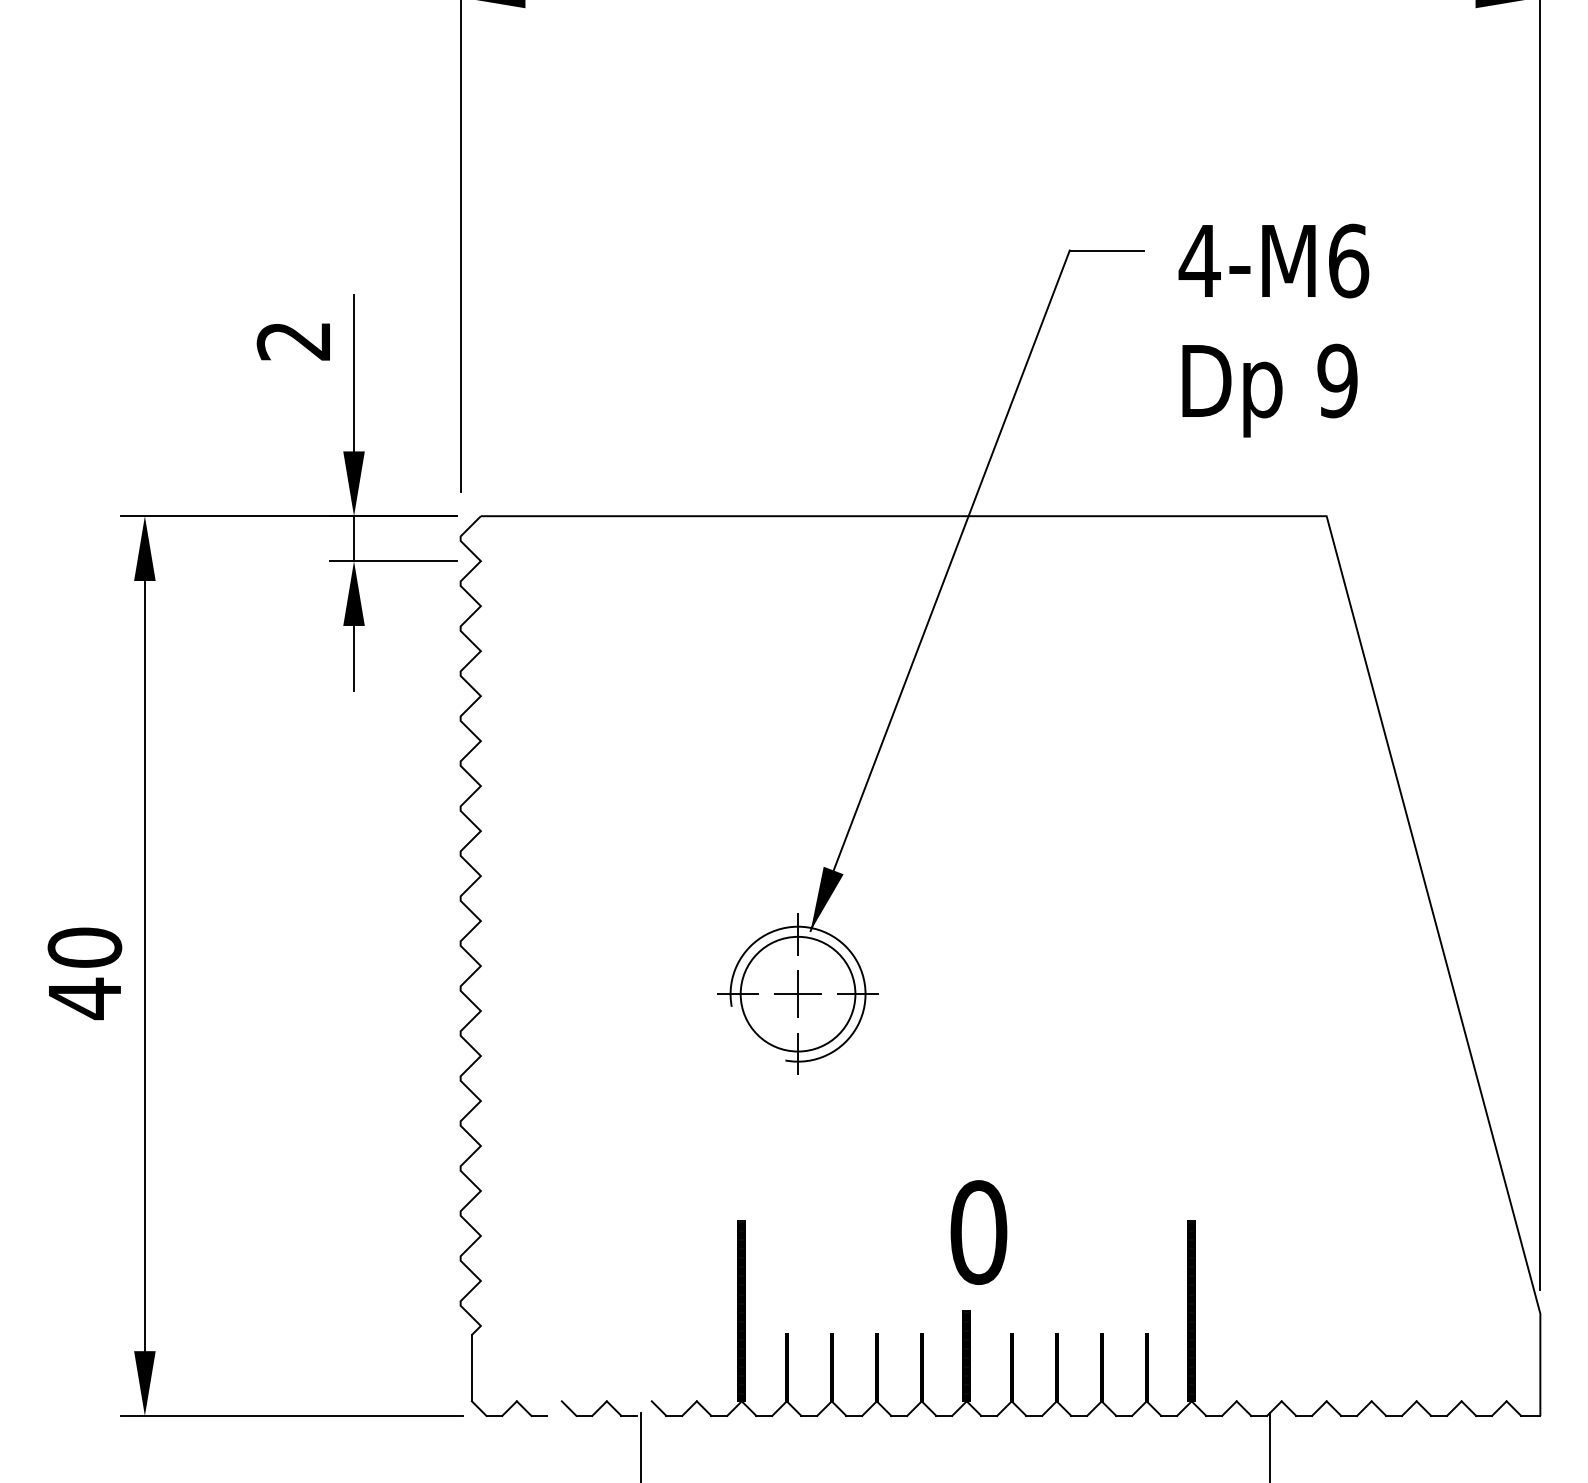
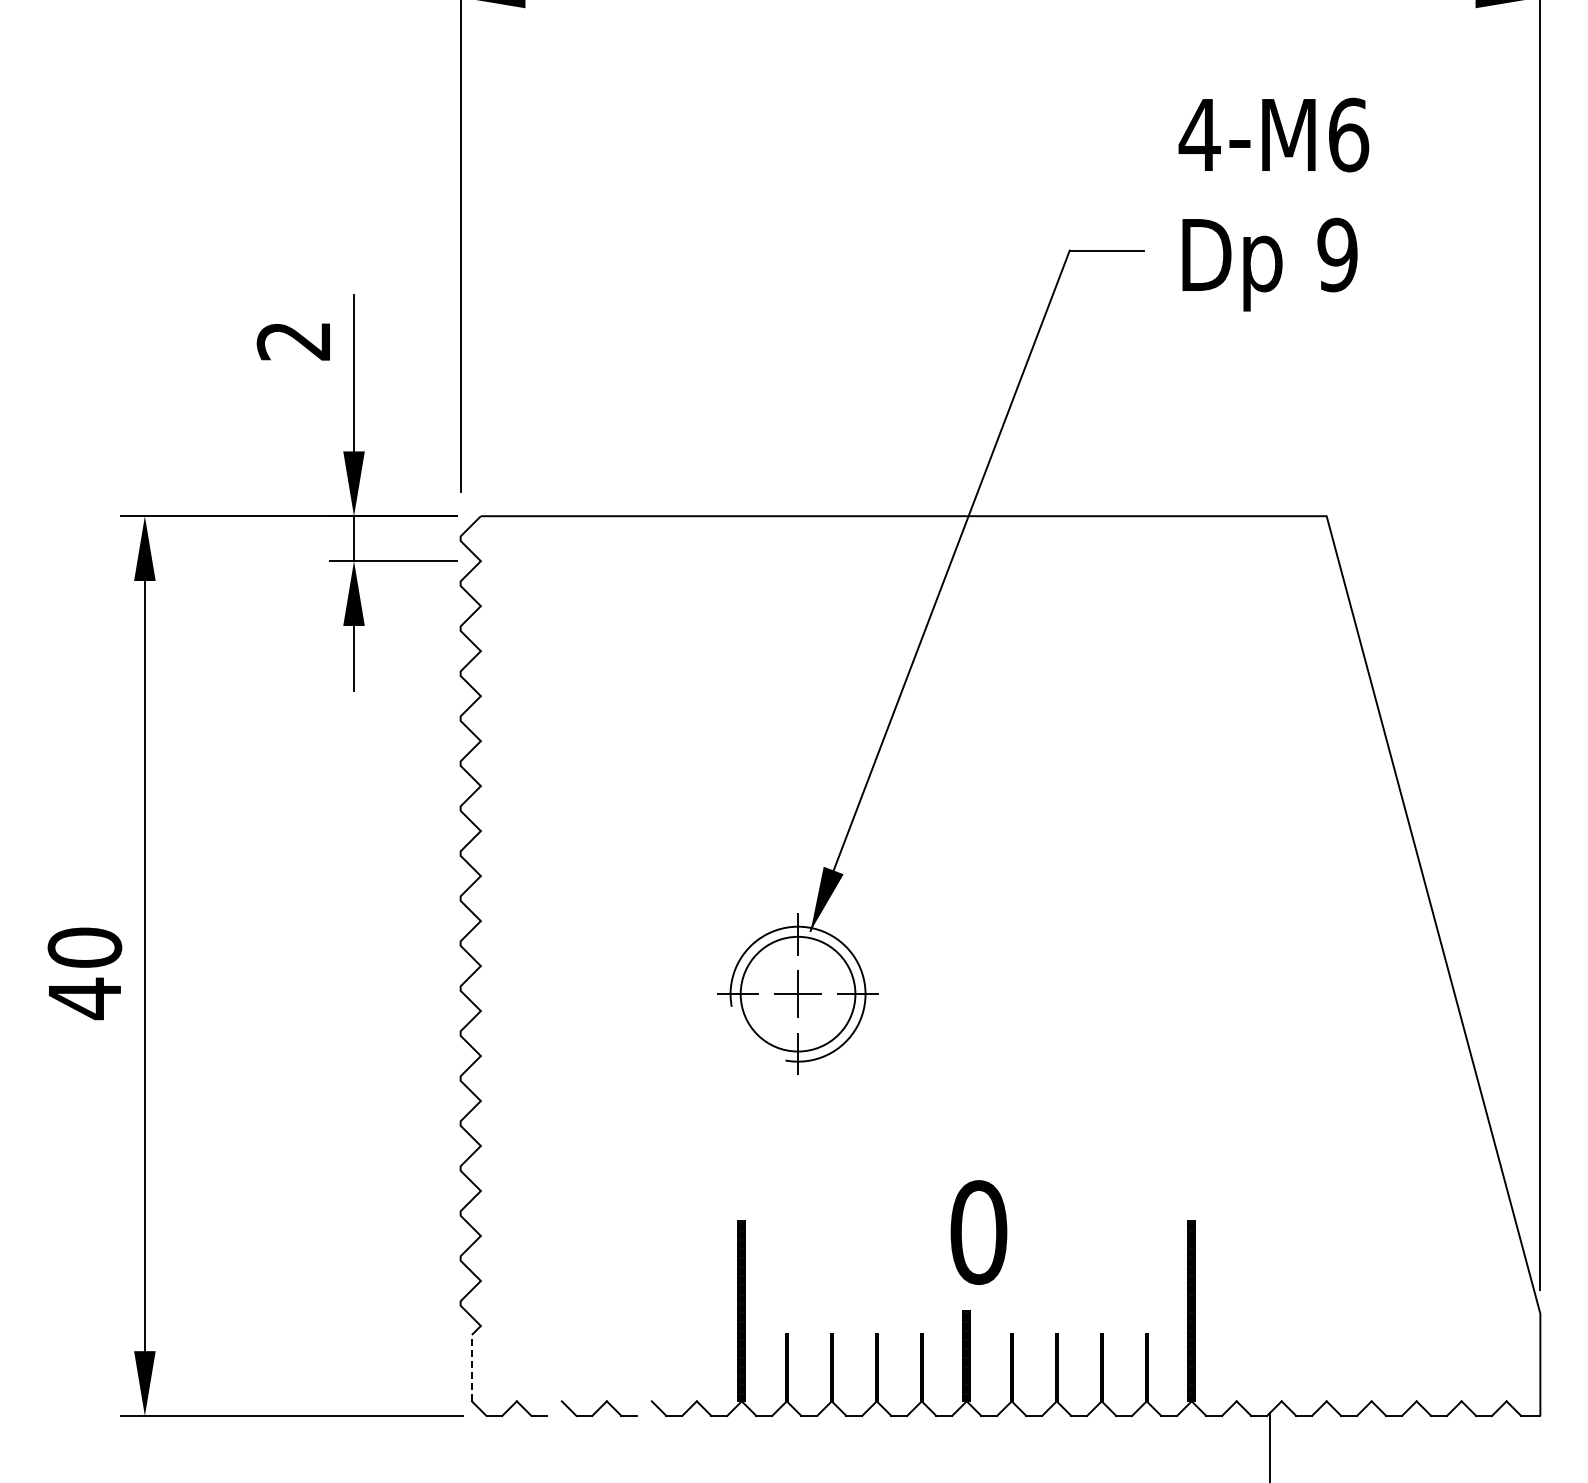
text at (1273, 330) position: (1273, 330) -> (1273, 204)
line at (471, 1367): solid -> dashed
line at (640, 1445): present -> none
